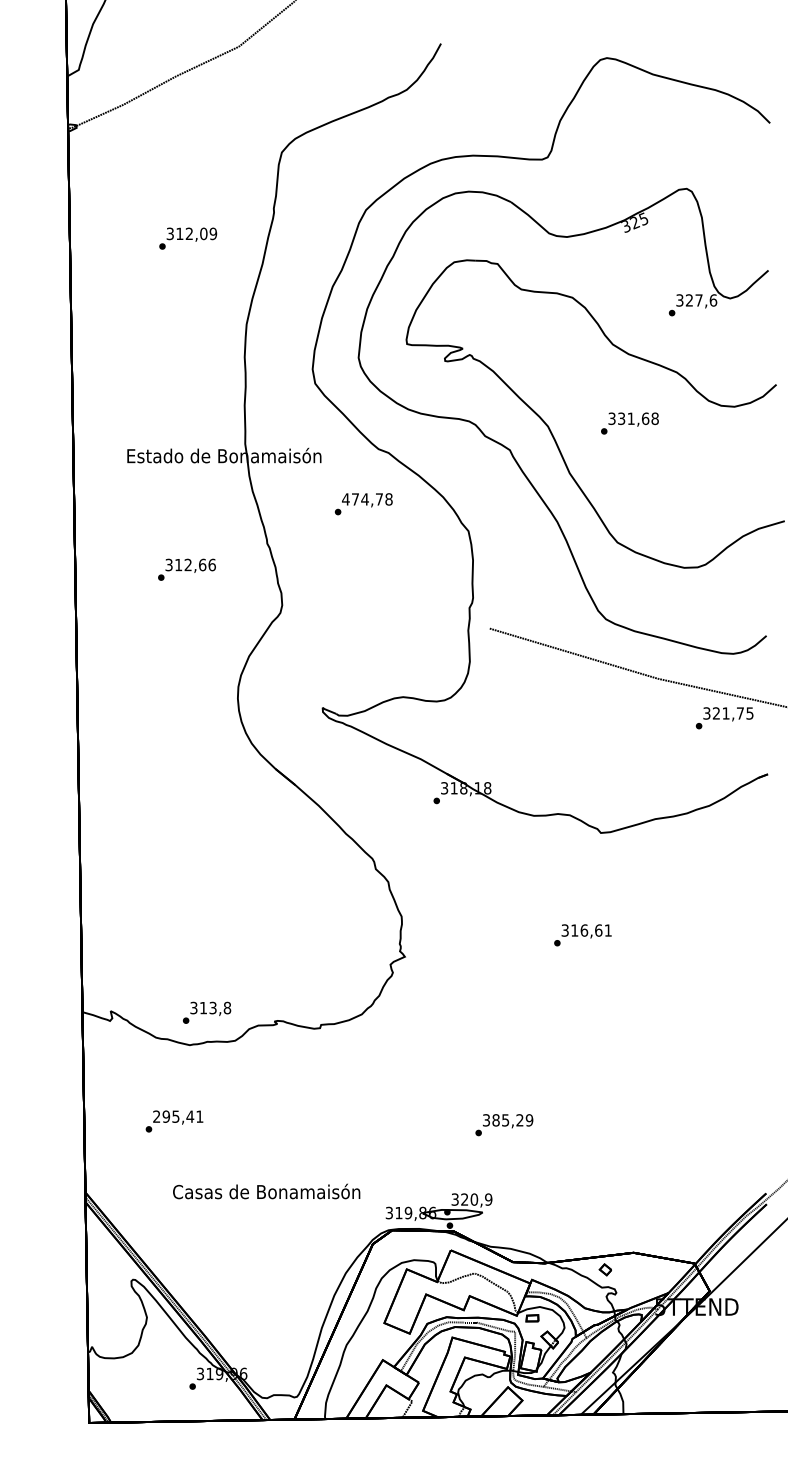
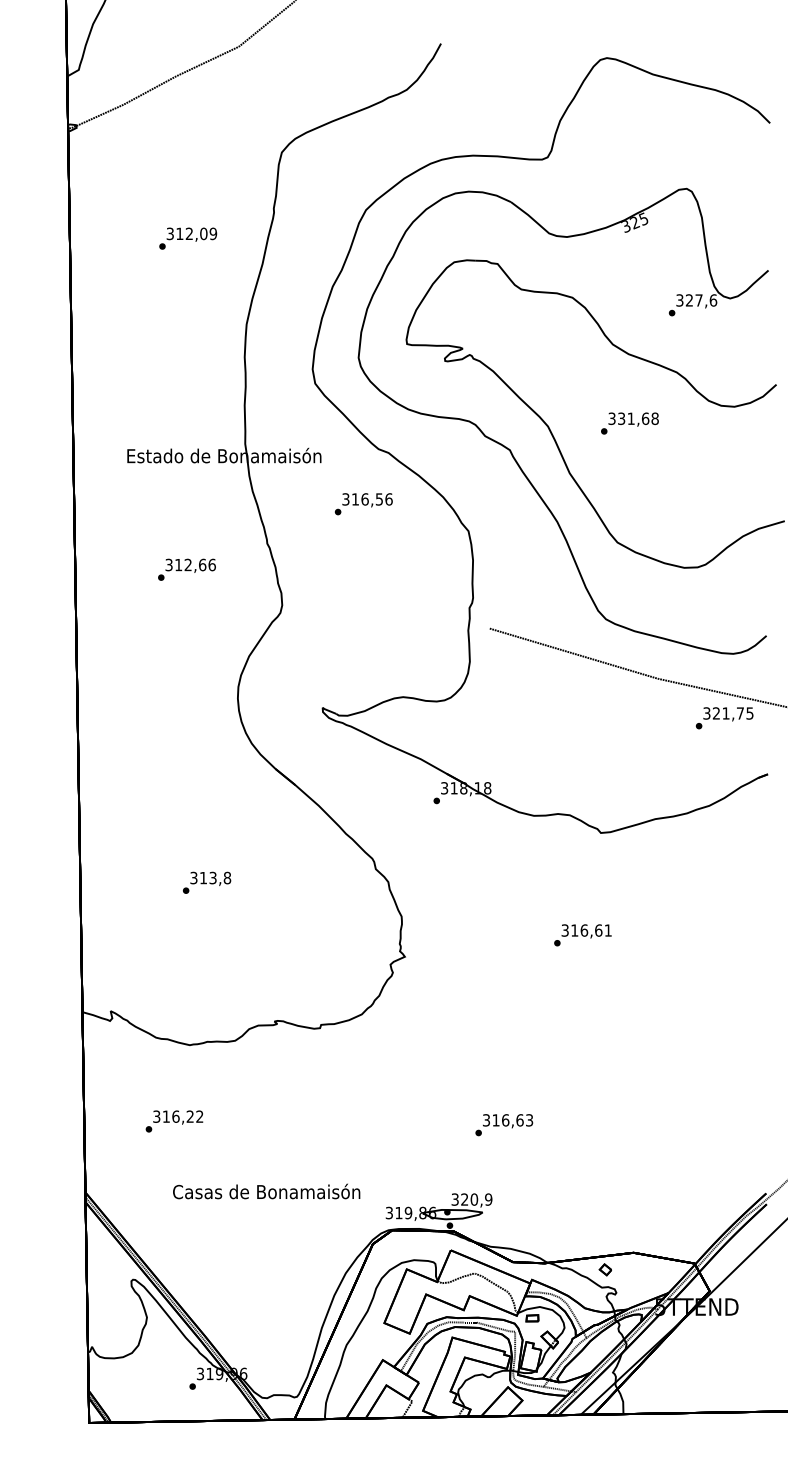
text at (367, 499): 474,78 -> 316,56
text at (206, 1012) position: (206, 1012) -> (206, 882)
text at (178, 1116): 295,41 -> 316,22
text at (512, 1120): 385,29 -> 316,63
